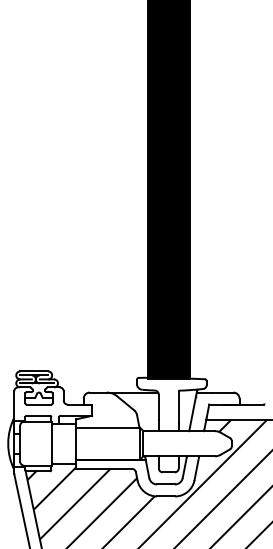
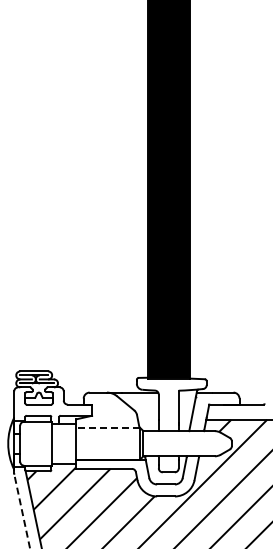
line at (108, 427): solid -> dashed
line at (22, 511): solid -> dashed
